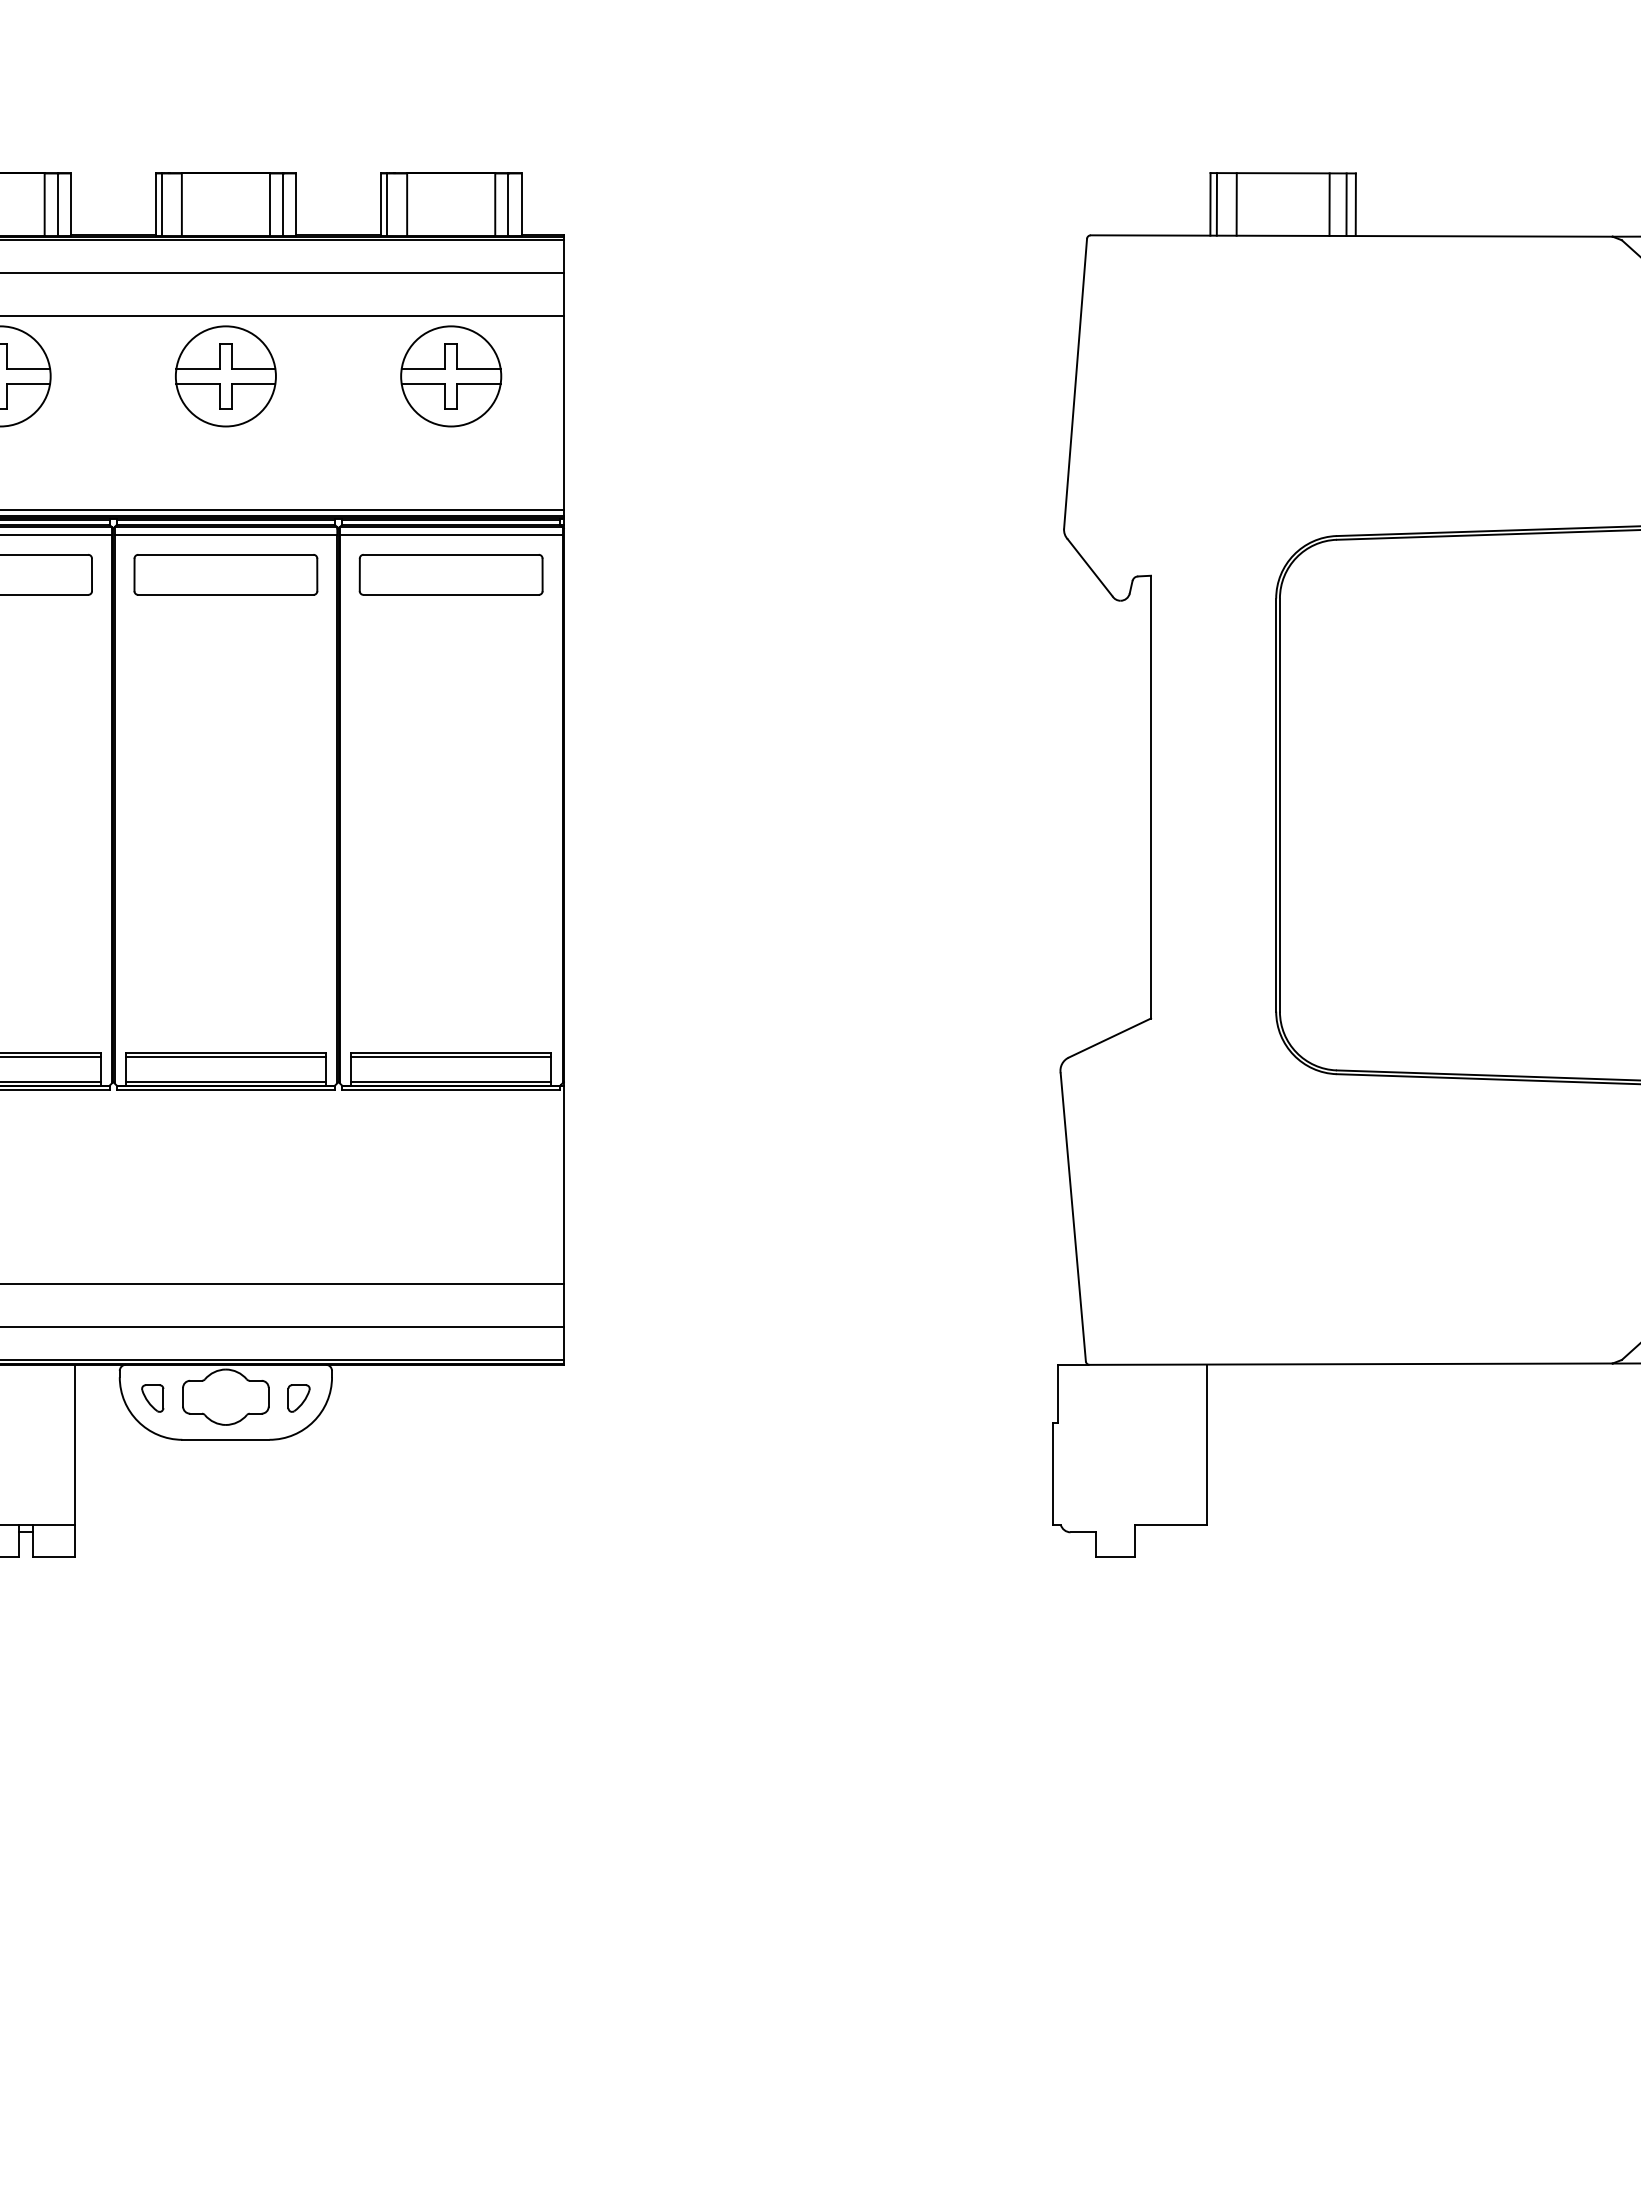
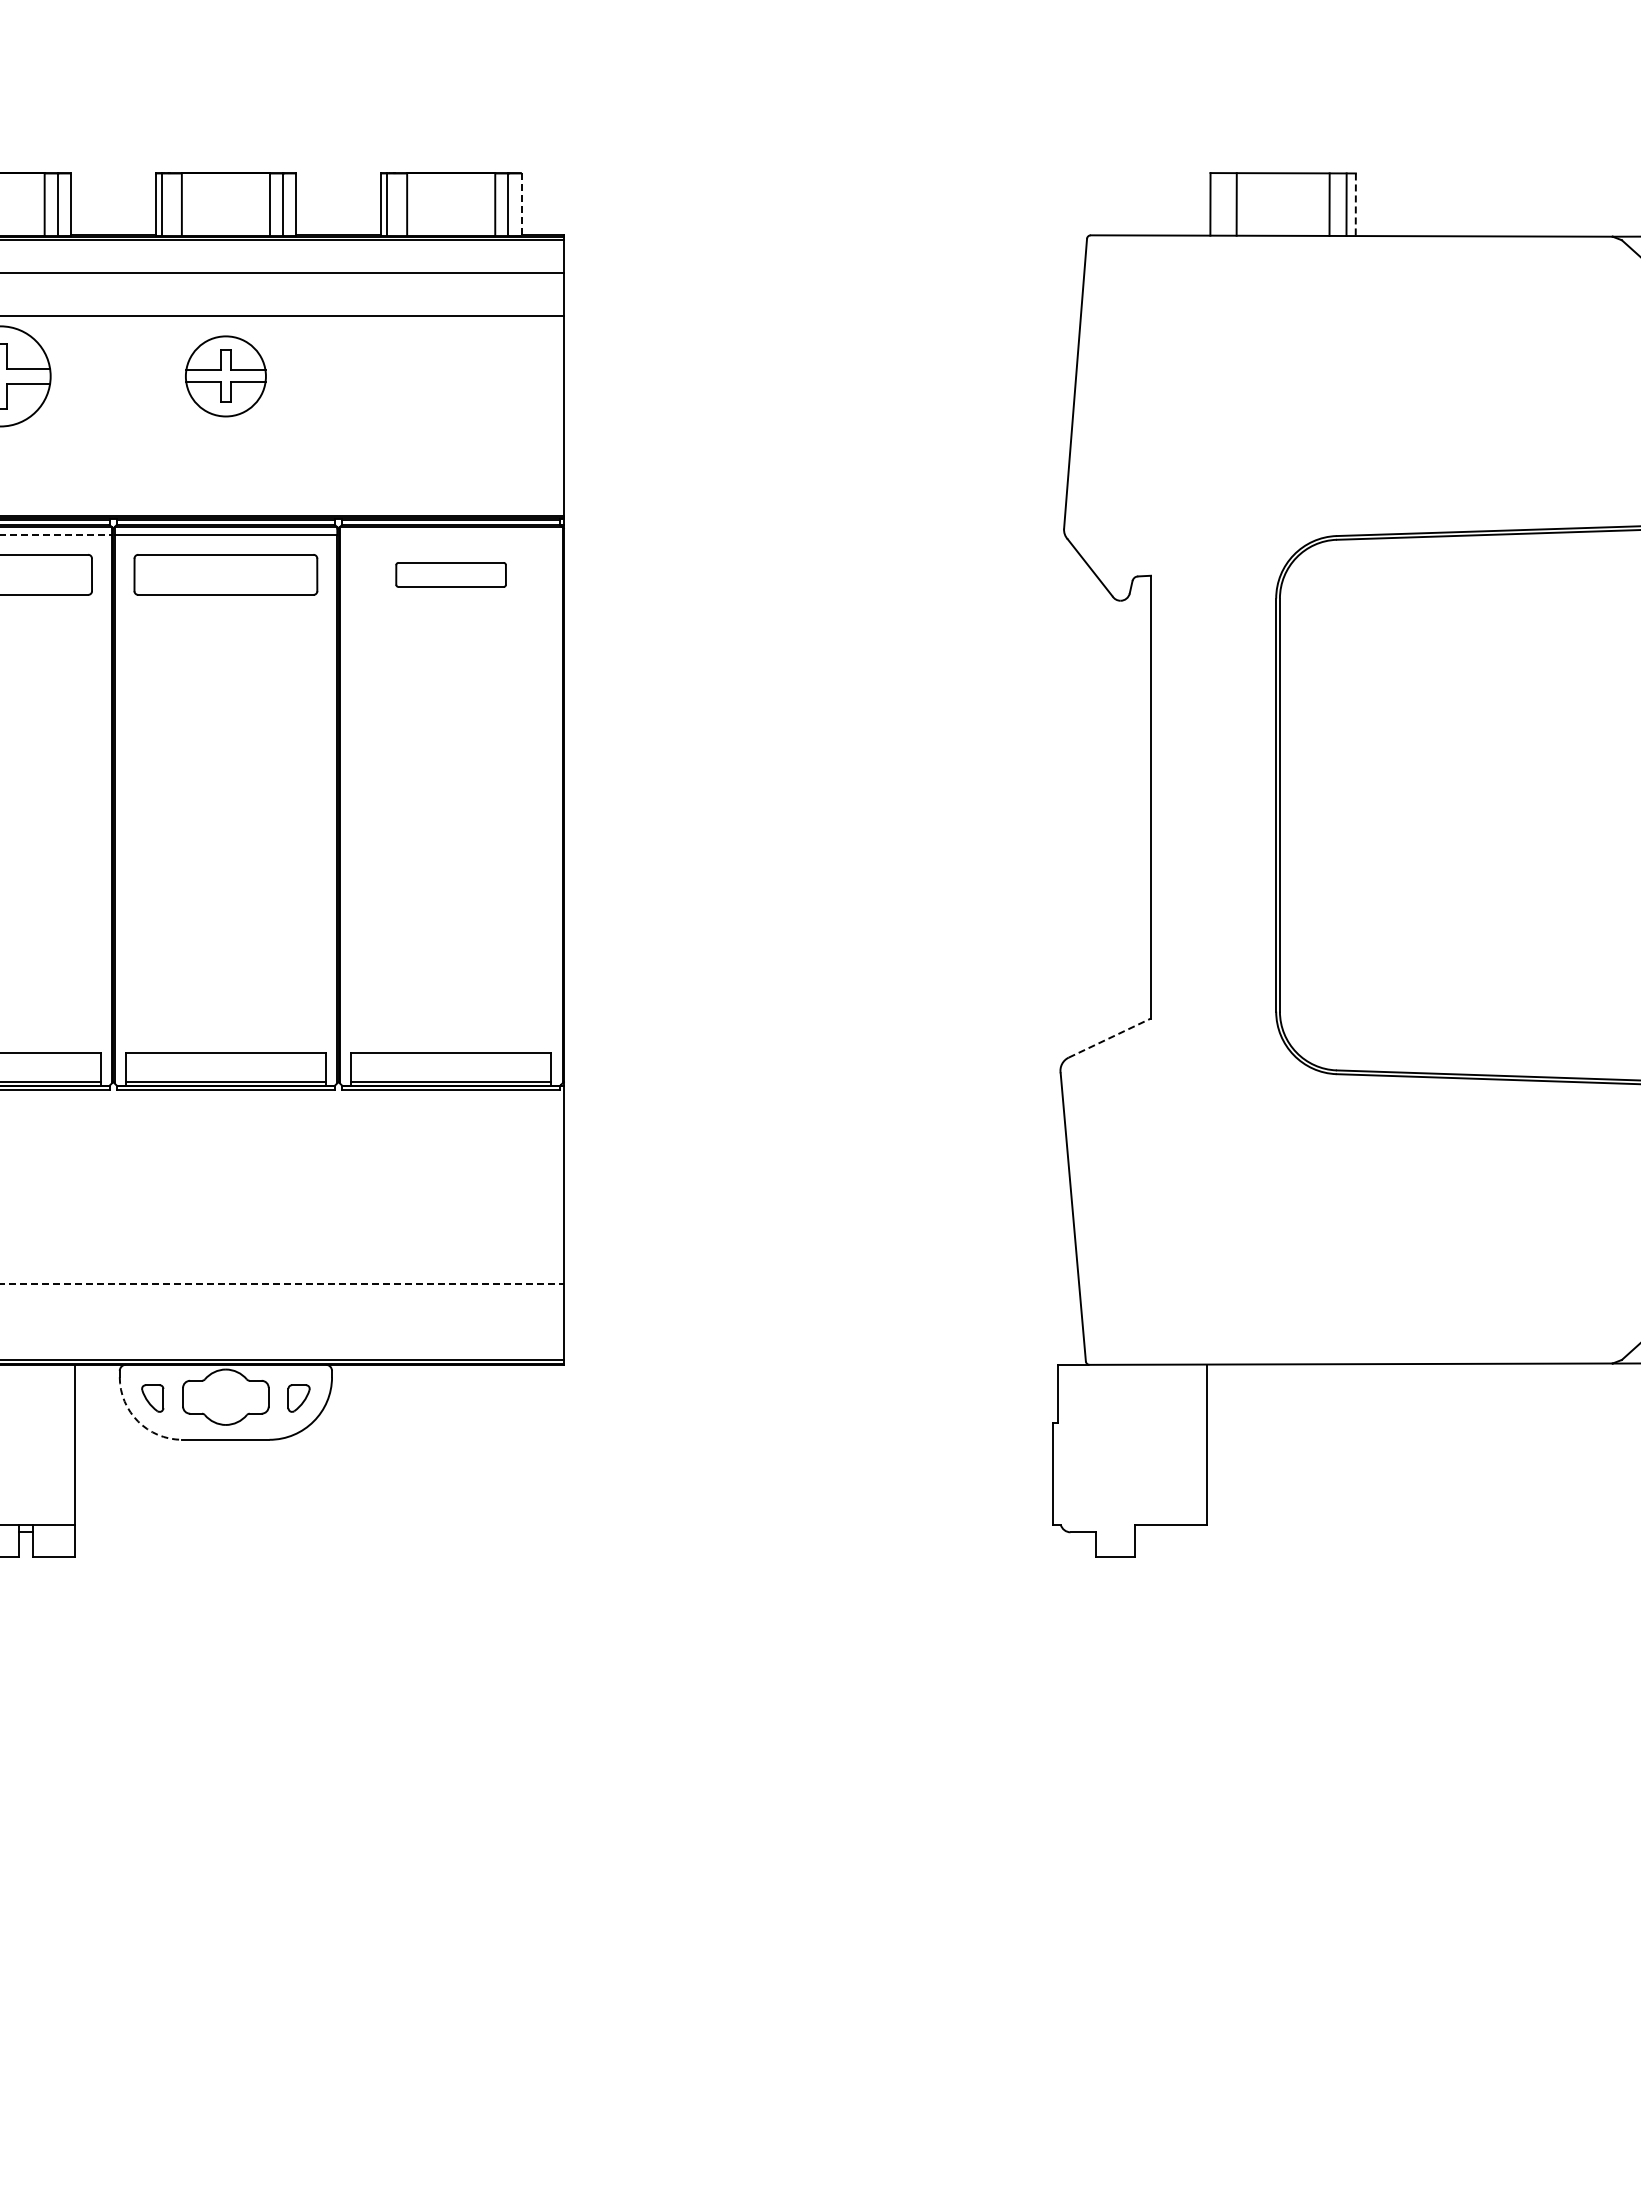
line at (1216, 204): present -> none
line at (521, 205): solid -> dashed
line at (1355, 205): solid -> dashed
part at (225, 376) size: 102x103 px -> 82x83 px
part at (451, 376): present -> none
line at (282, 510): present -> none
line at (56, 535): solid -> dashed
line at (450, 535): present -> none
part at (450, 574) size: 186x42 px -> 112x26 px
line at (1109, 1038): solid -> dashed
line at (51, 1057): present -> none
line at (225, 1057): present -> none
line at (451, 1057): present -> none
line at (282, 1283): solid -> dashed
line at (282, 1327): present -> none
arc at (138, 1421): solid -> dashed
